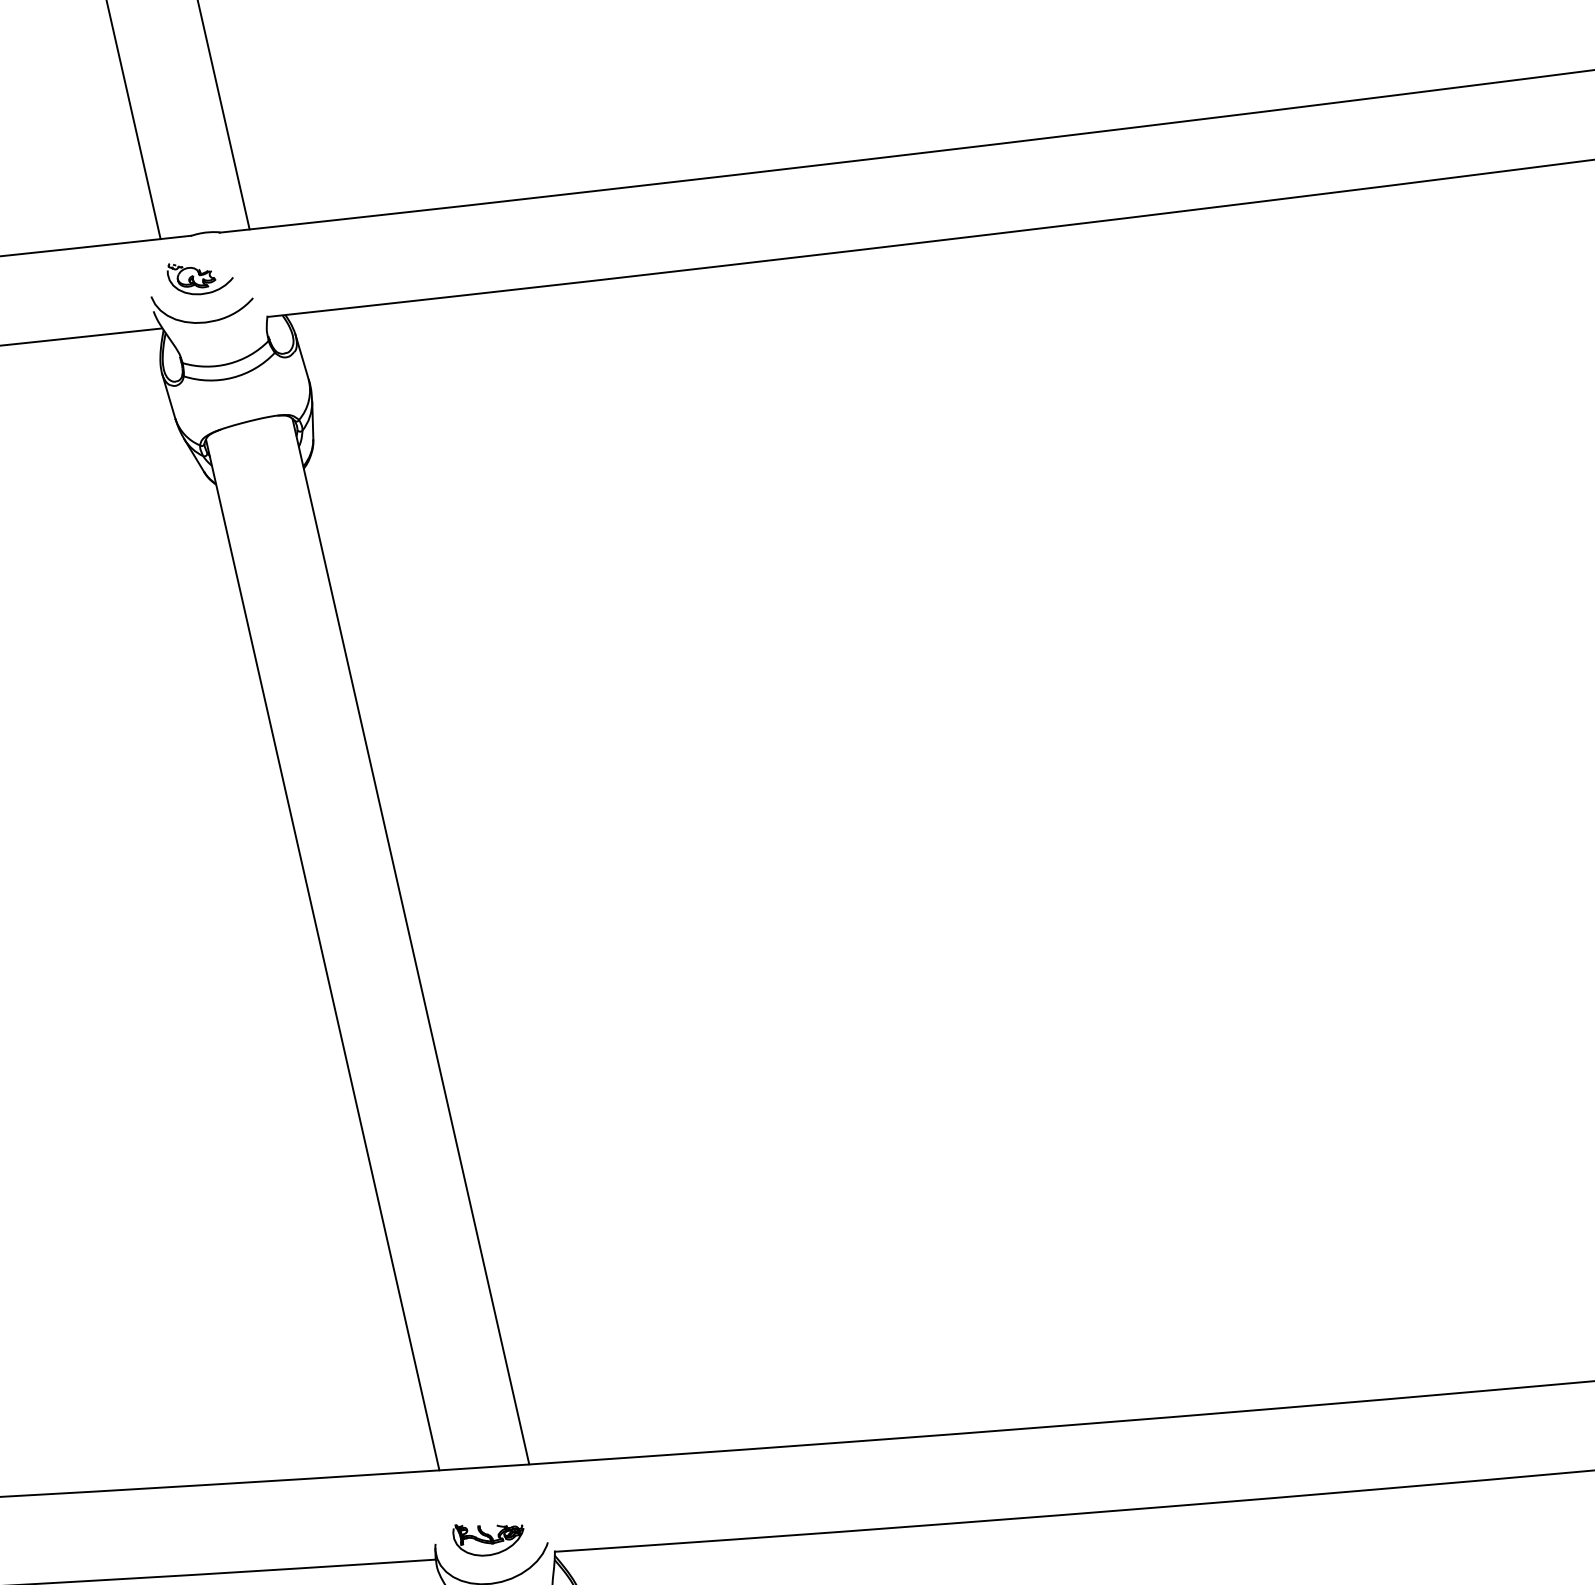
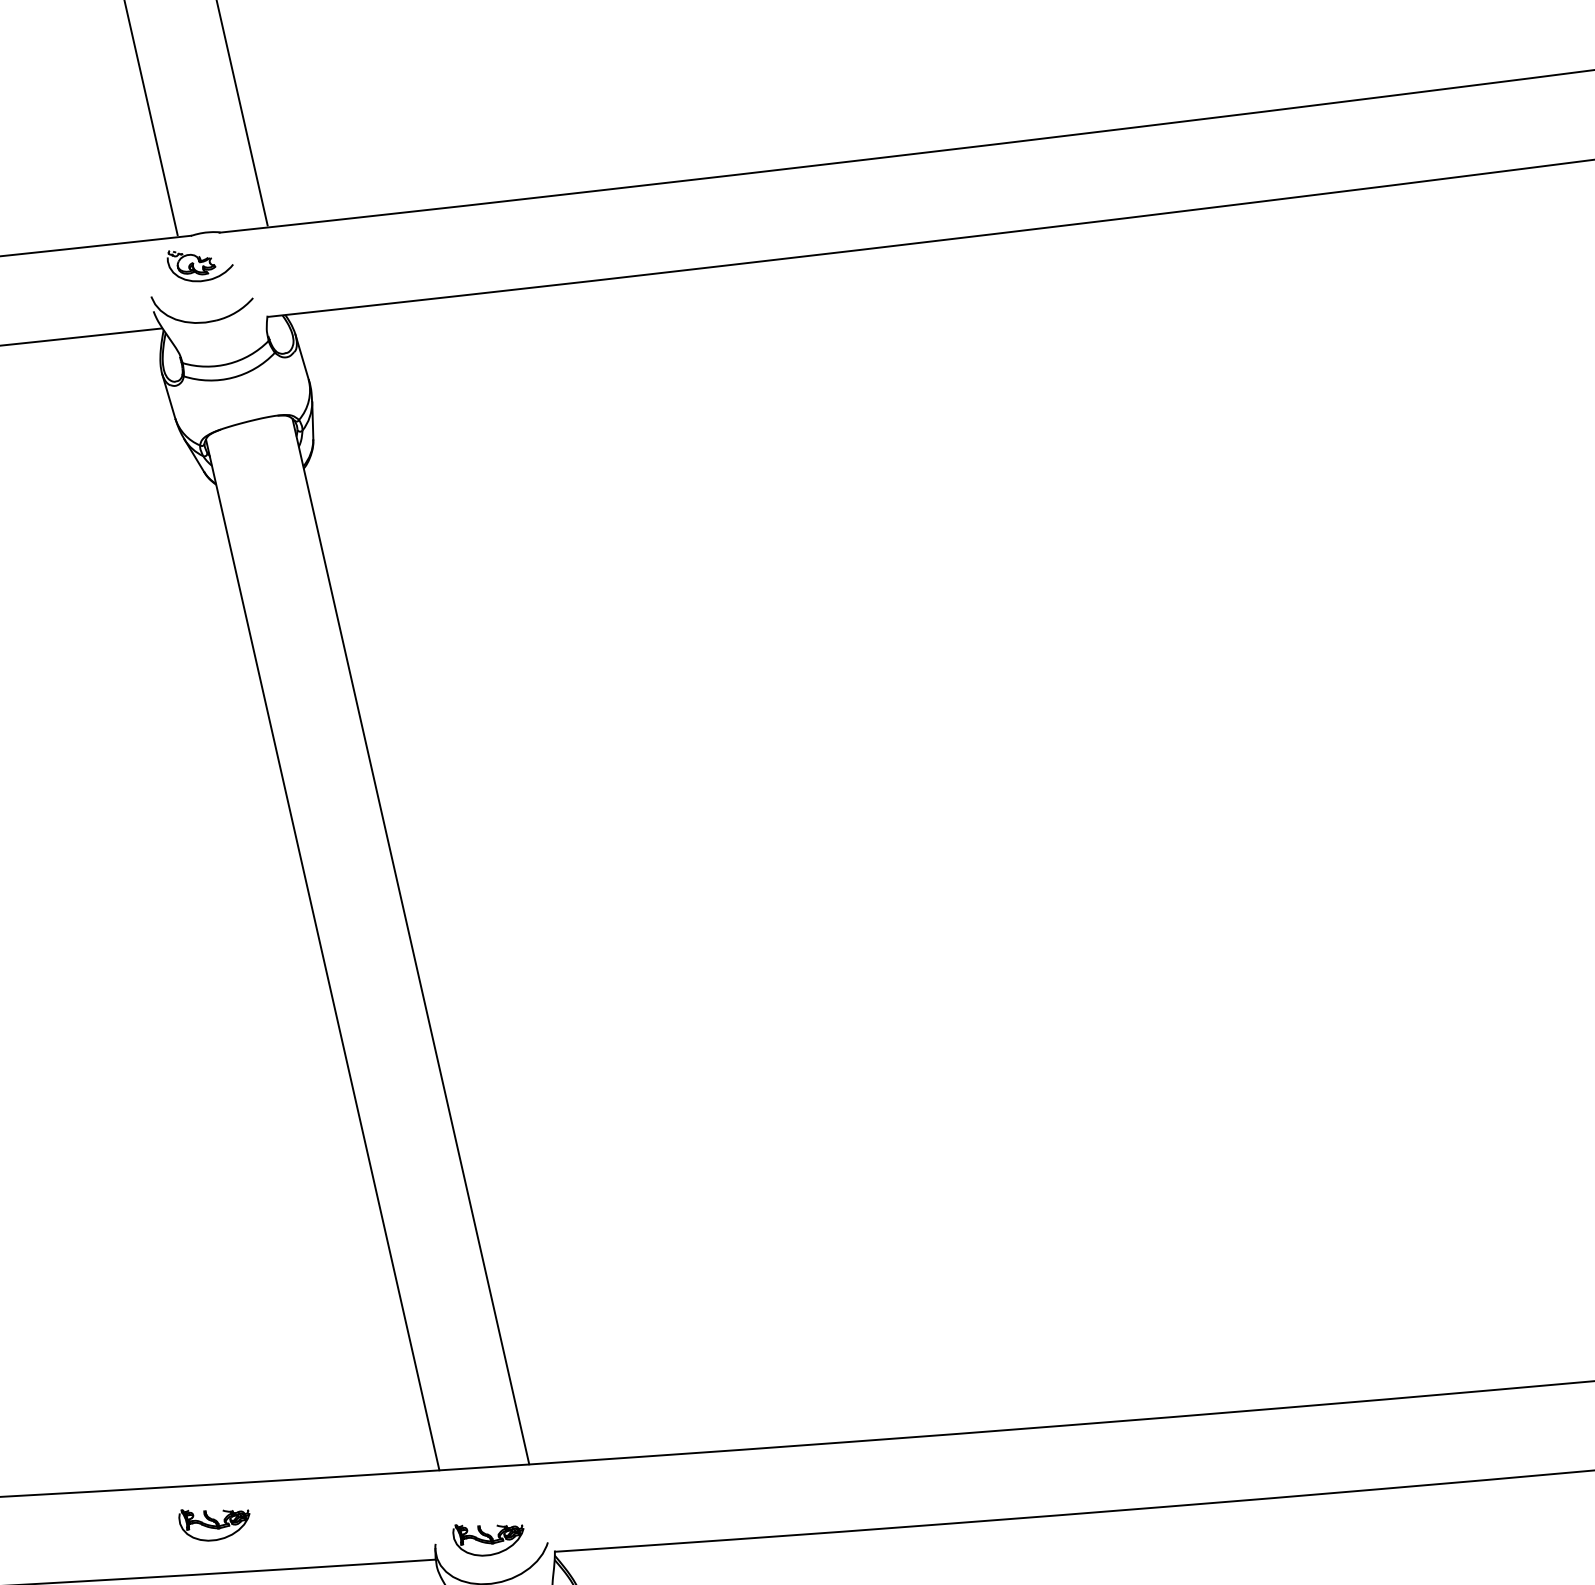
line at (223, 115) position: (223, 115) -> (242, 113)
line at (133, 120) position: (133, 120) -> (151, 118)
part at (199, 279) position: (199, 279) -> (199, 266)
part at (214, 1525): none -> present
